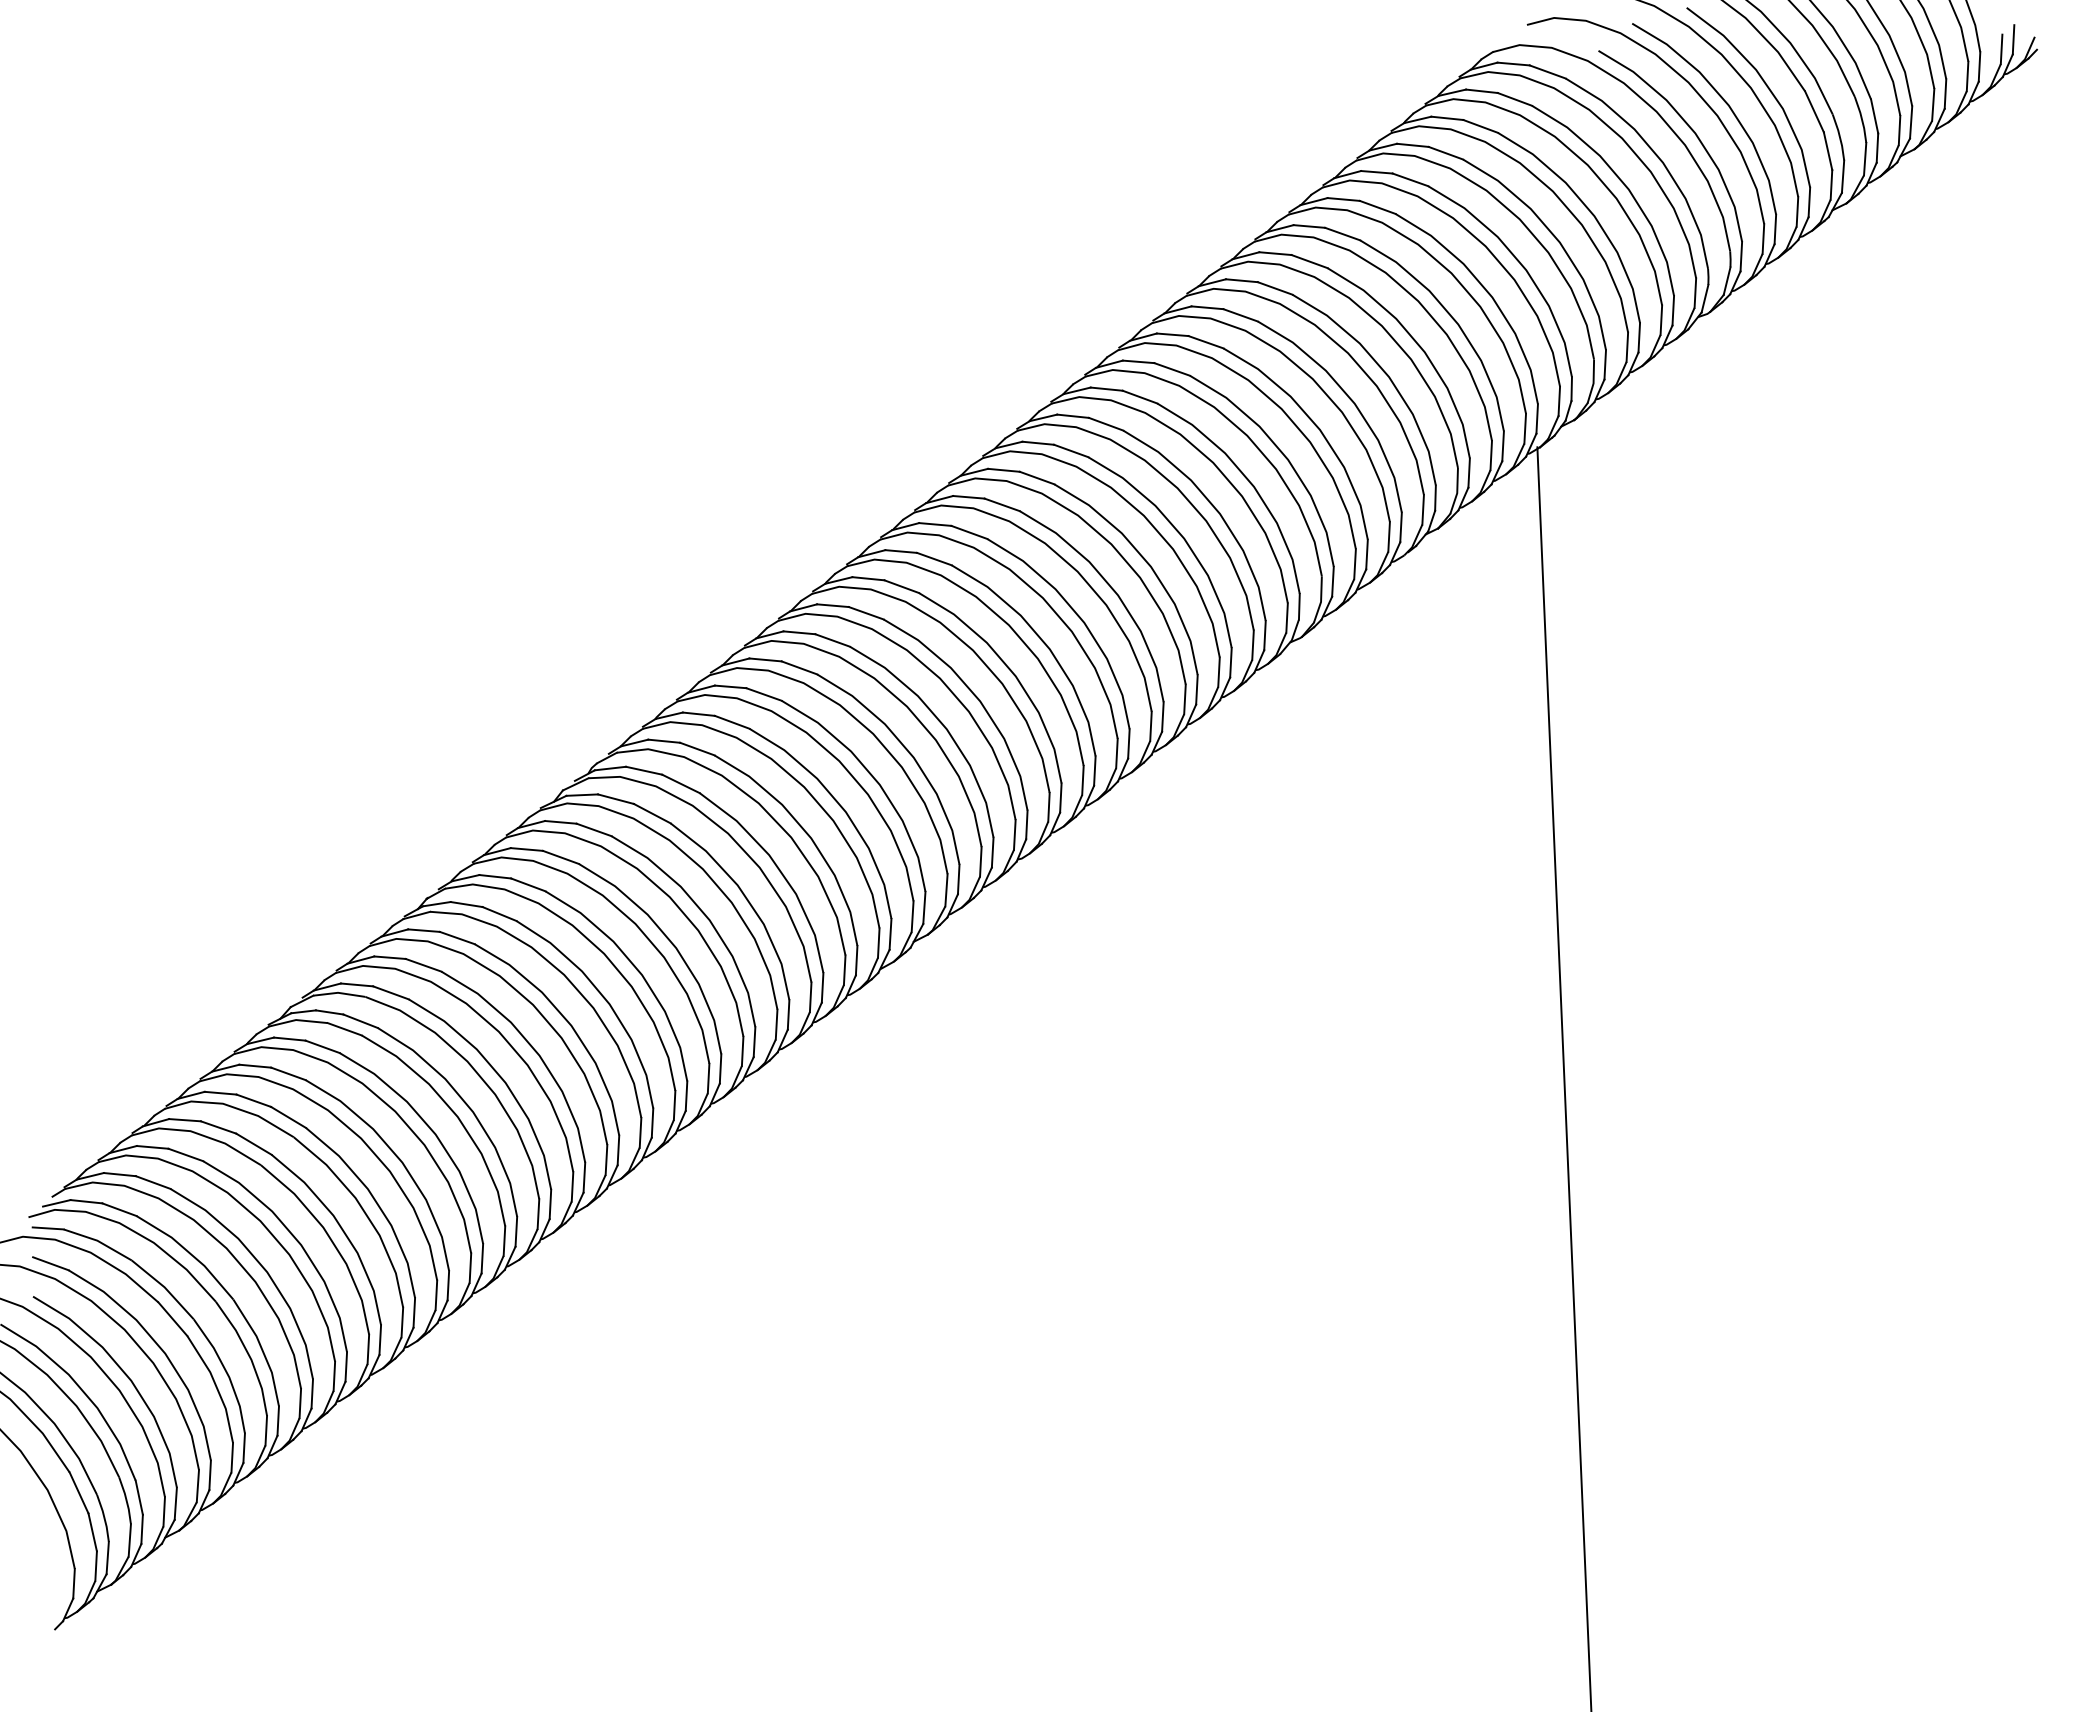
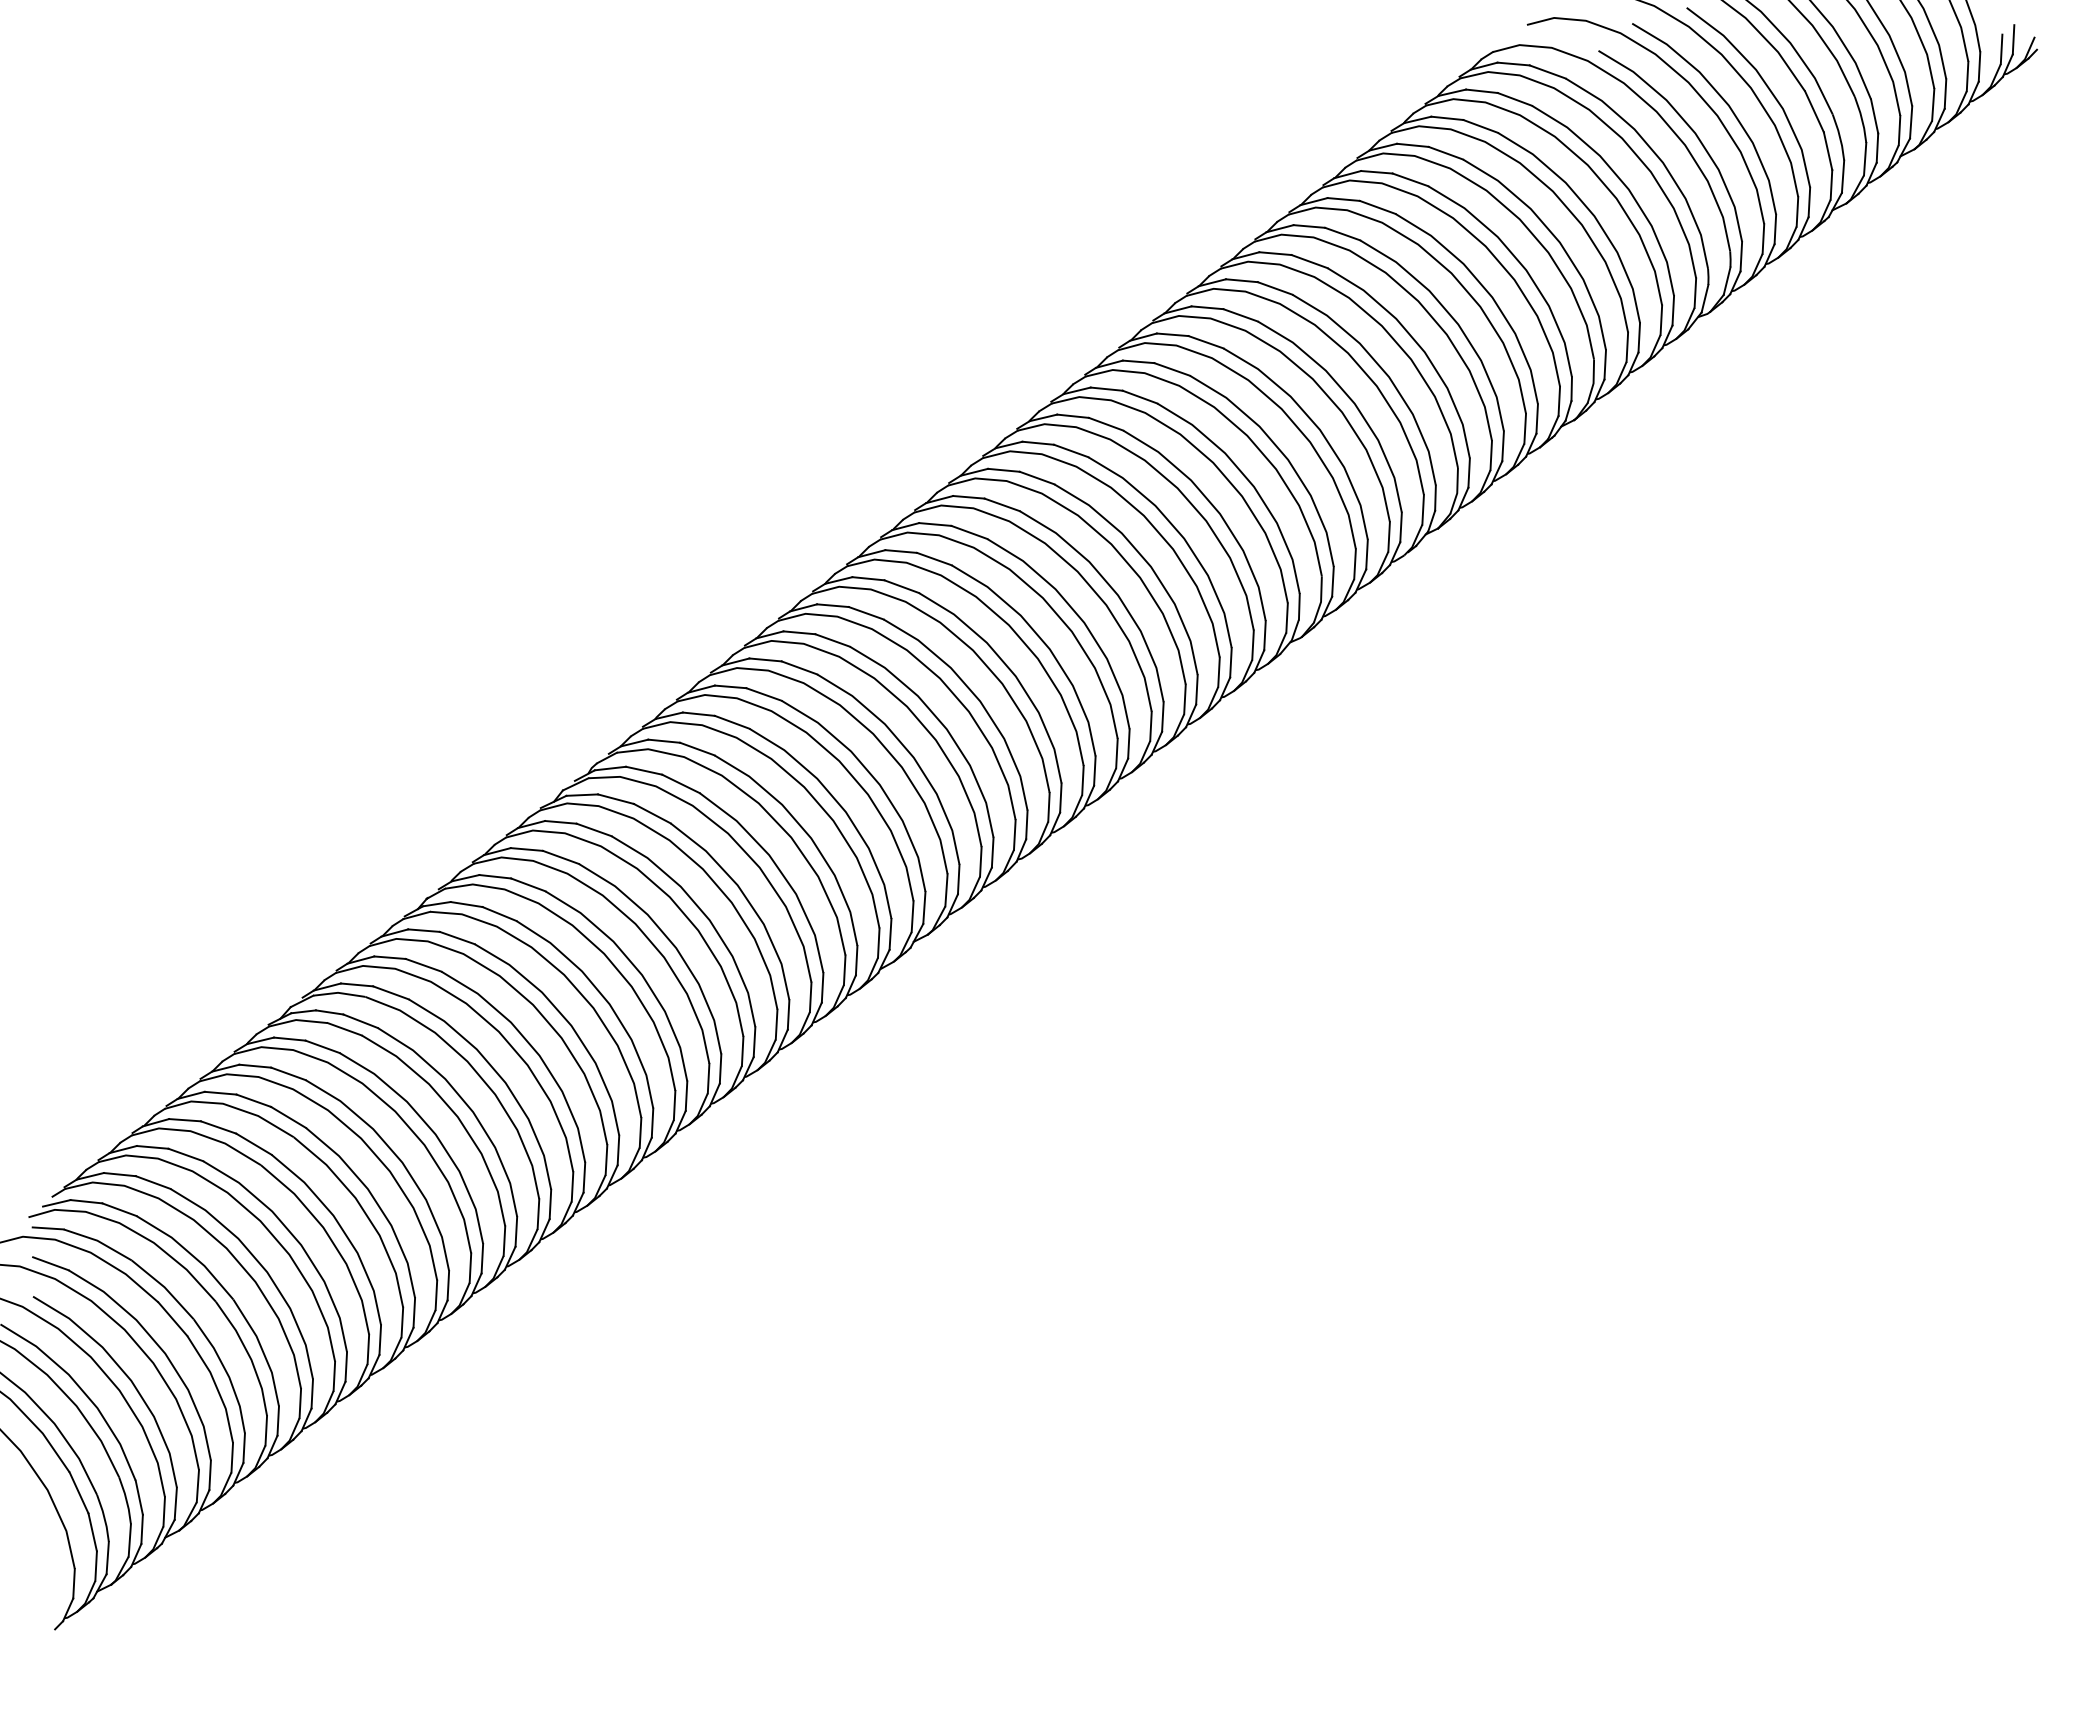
line at (1564, 1077): present -> none
